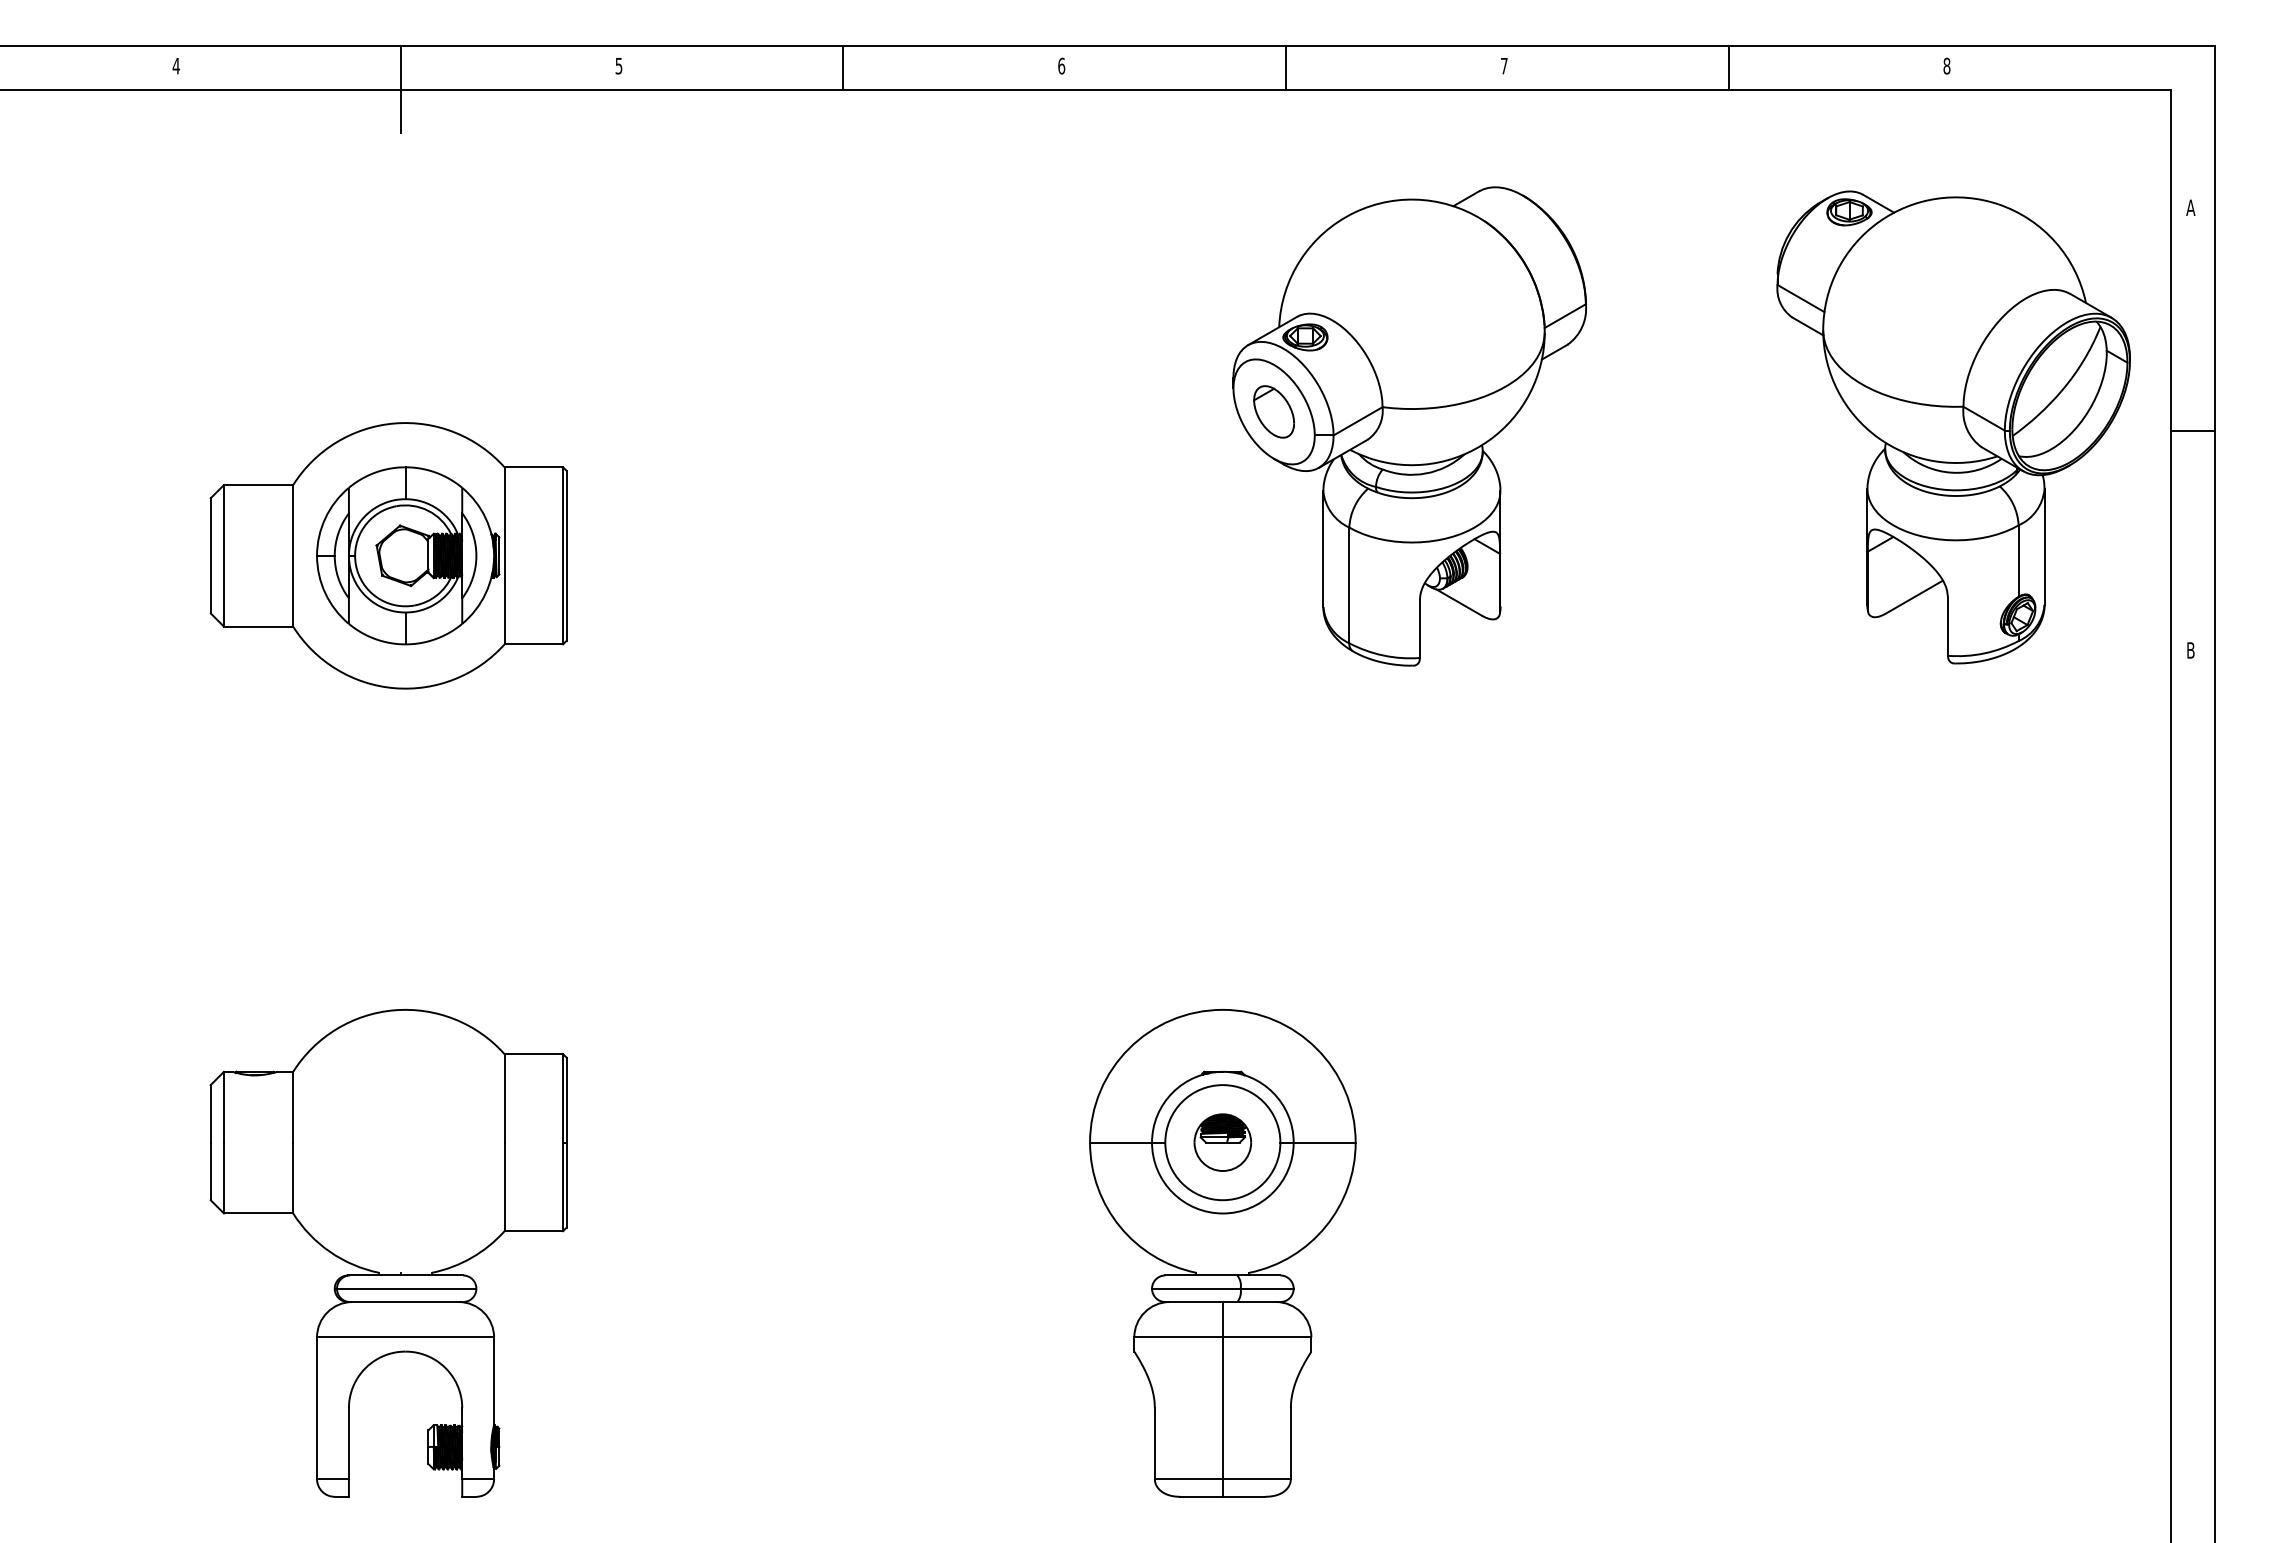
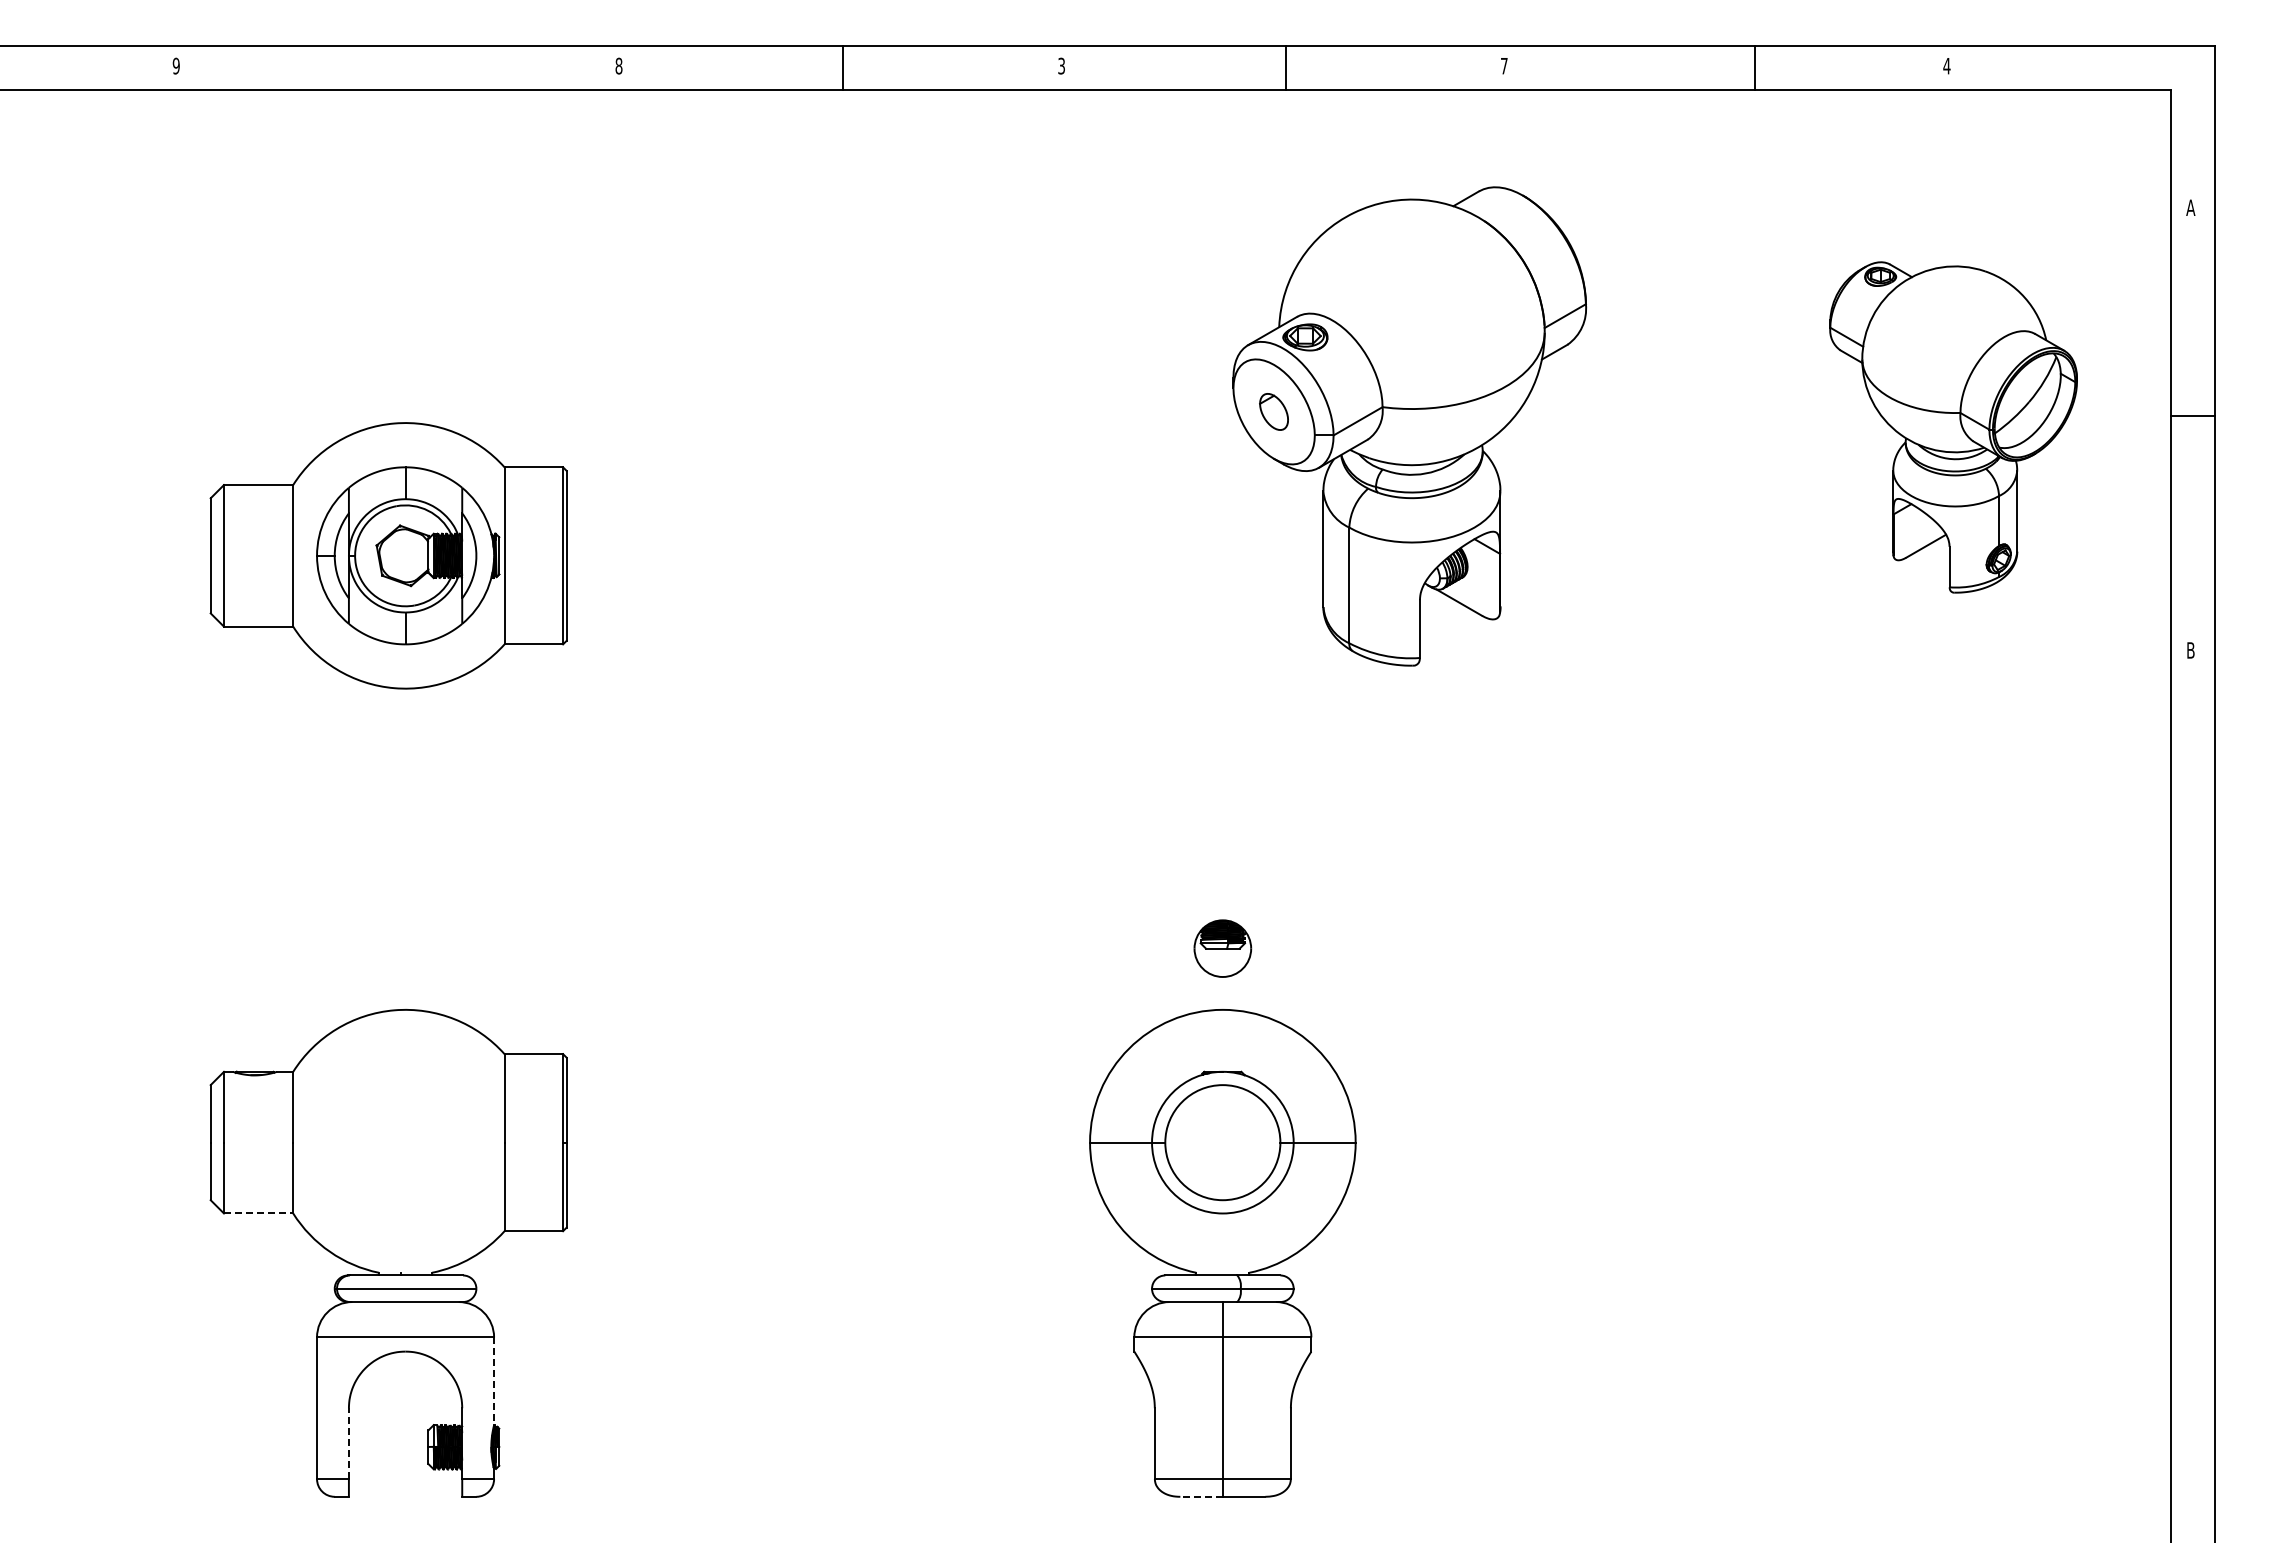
text at (176, 65): 4 -> 9
text at (618, 65): 5 -> 8
text at (1061, 65): 6 -> 3
text at (1946, 65): 8 -> 4
line at (1728, 68) position: (1728, 68) -> (1754, 68)
line at (400, 89): present -> none
part at (1273, 411) size: 42x54 px -> 30x38 px
part at (1953, 427) size: 355x475 px -> 249x333 px
line at (2193, 431) position: (2193, 431) -> (2193, 416)
part at (1222, 1142) position: (1222, 1142) -> (1222, 948)
line at (258, 1213): solid -> dashed
line at (494, 1381): solid -> dashed
line at (348, 1443): solid -> dashed
line at (1201, 1496): solid -> dashed
